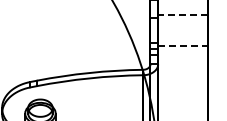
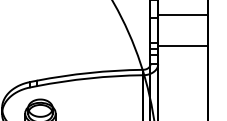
line at (183, 15): dashed -> solid
line at (183, 45): dashed -> solid
